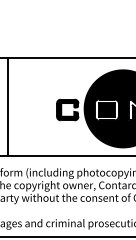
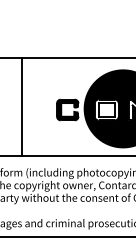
line at (7, 107) position: (7, 107) -> (21, 107)
fill at (106, 109): present -> none
